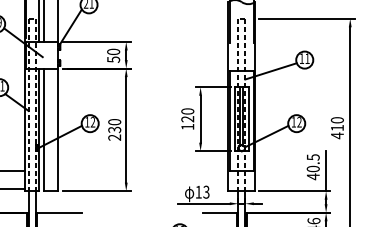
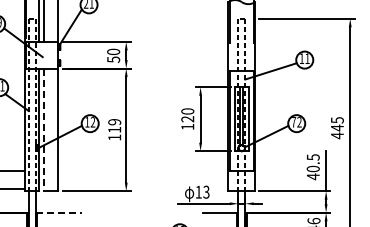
text at (294, 122): 12 -> 72
text at (336, 124): 410 -> 445
text at (114, 129): 230 -> 119
line at (44, 130): solid -> dashed
line at (59, 212): solid -> dashed
